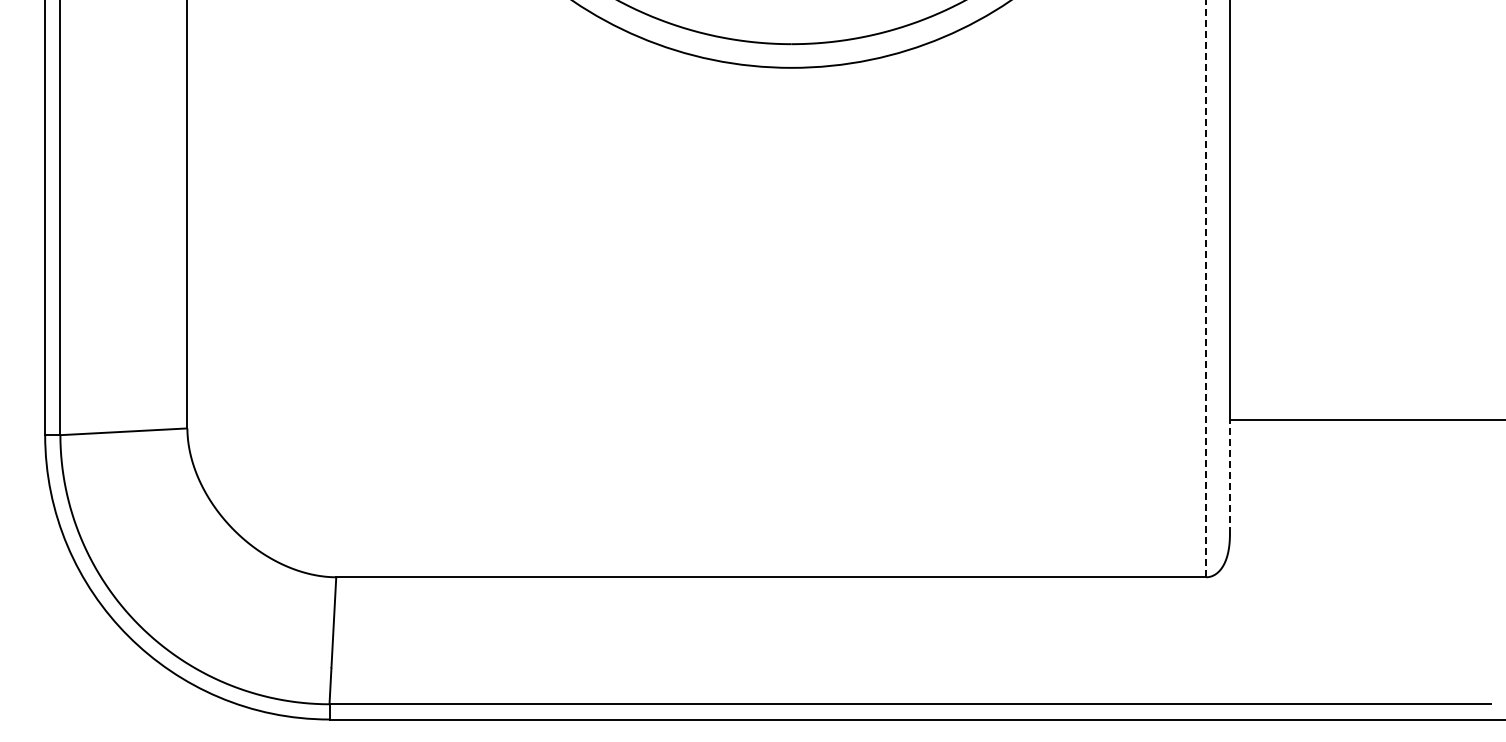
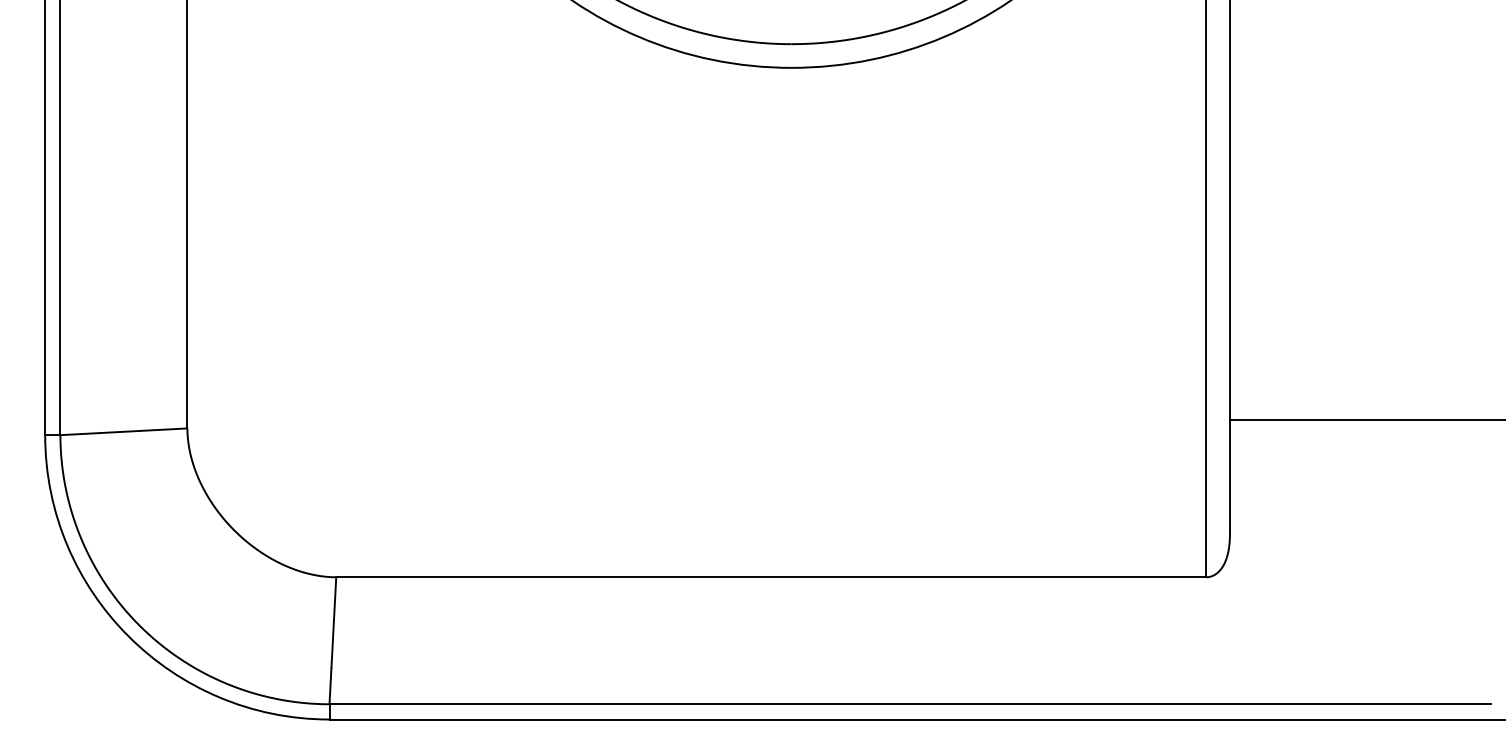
line at (1206, 288): dashed -> solid
line at (1229, 476): dashed -> solid
